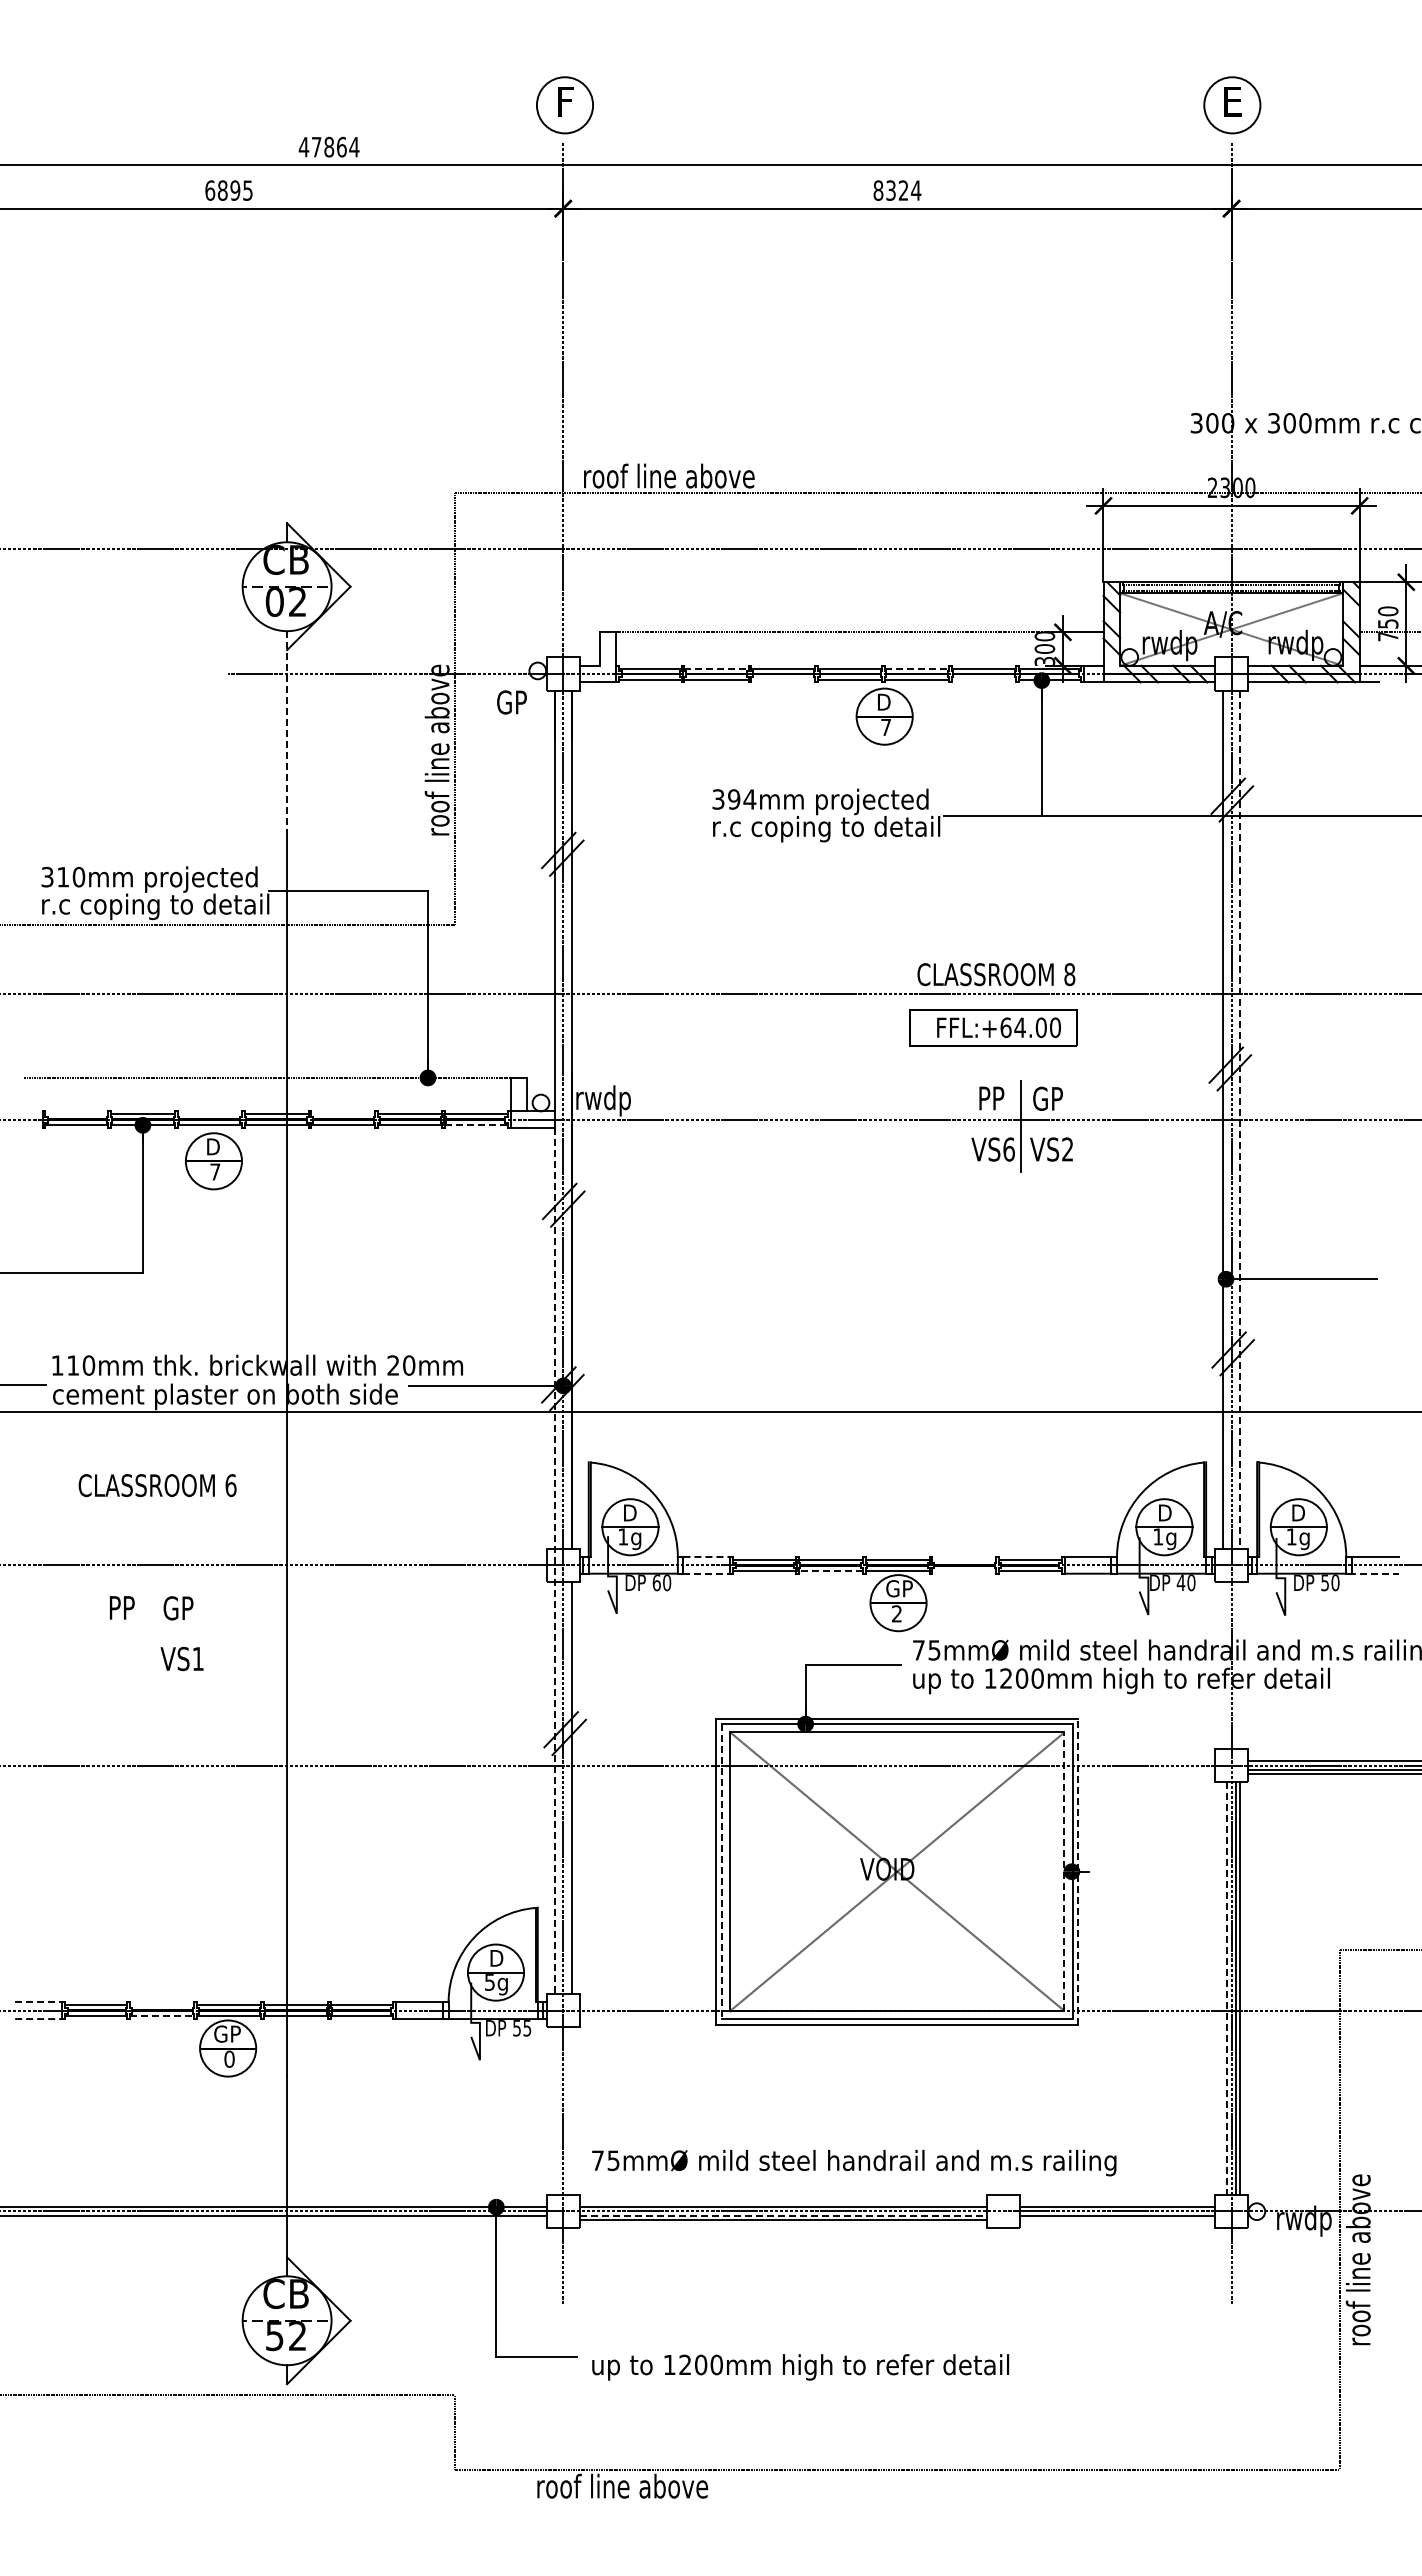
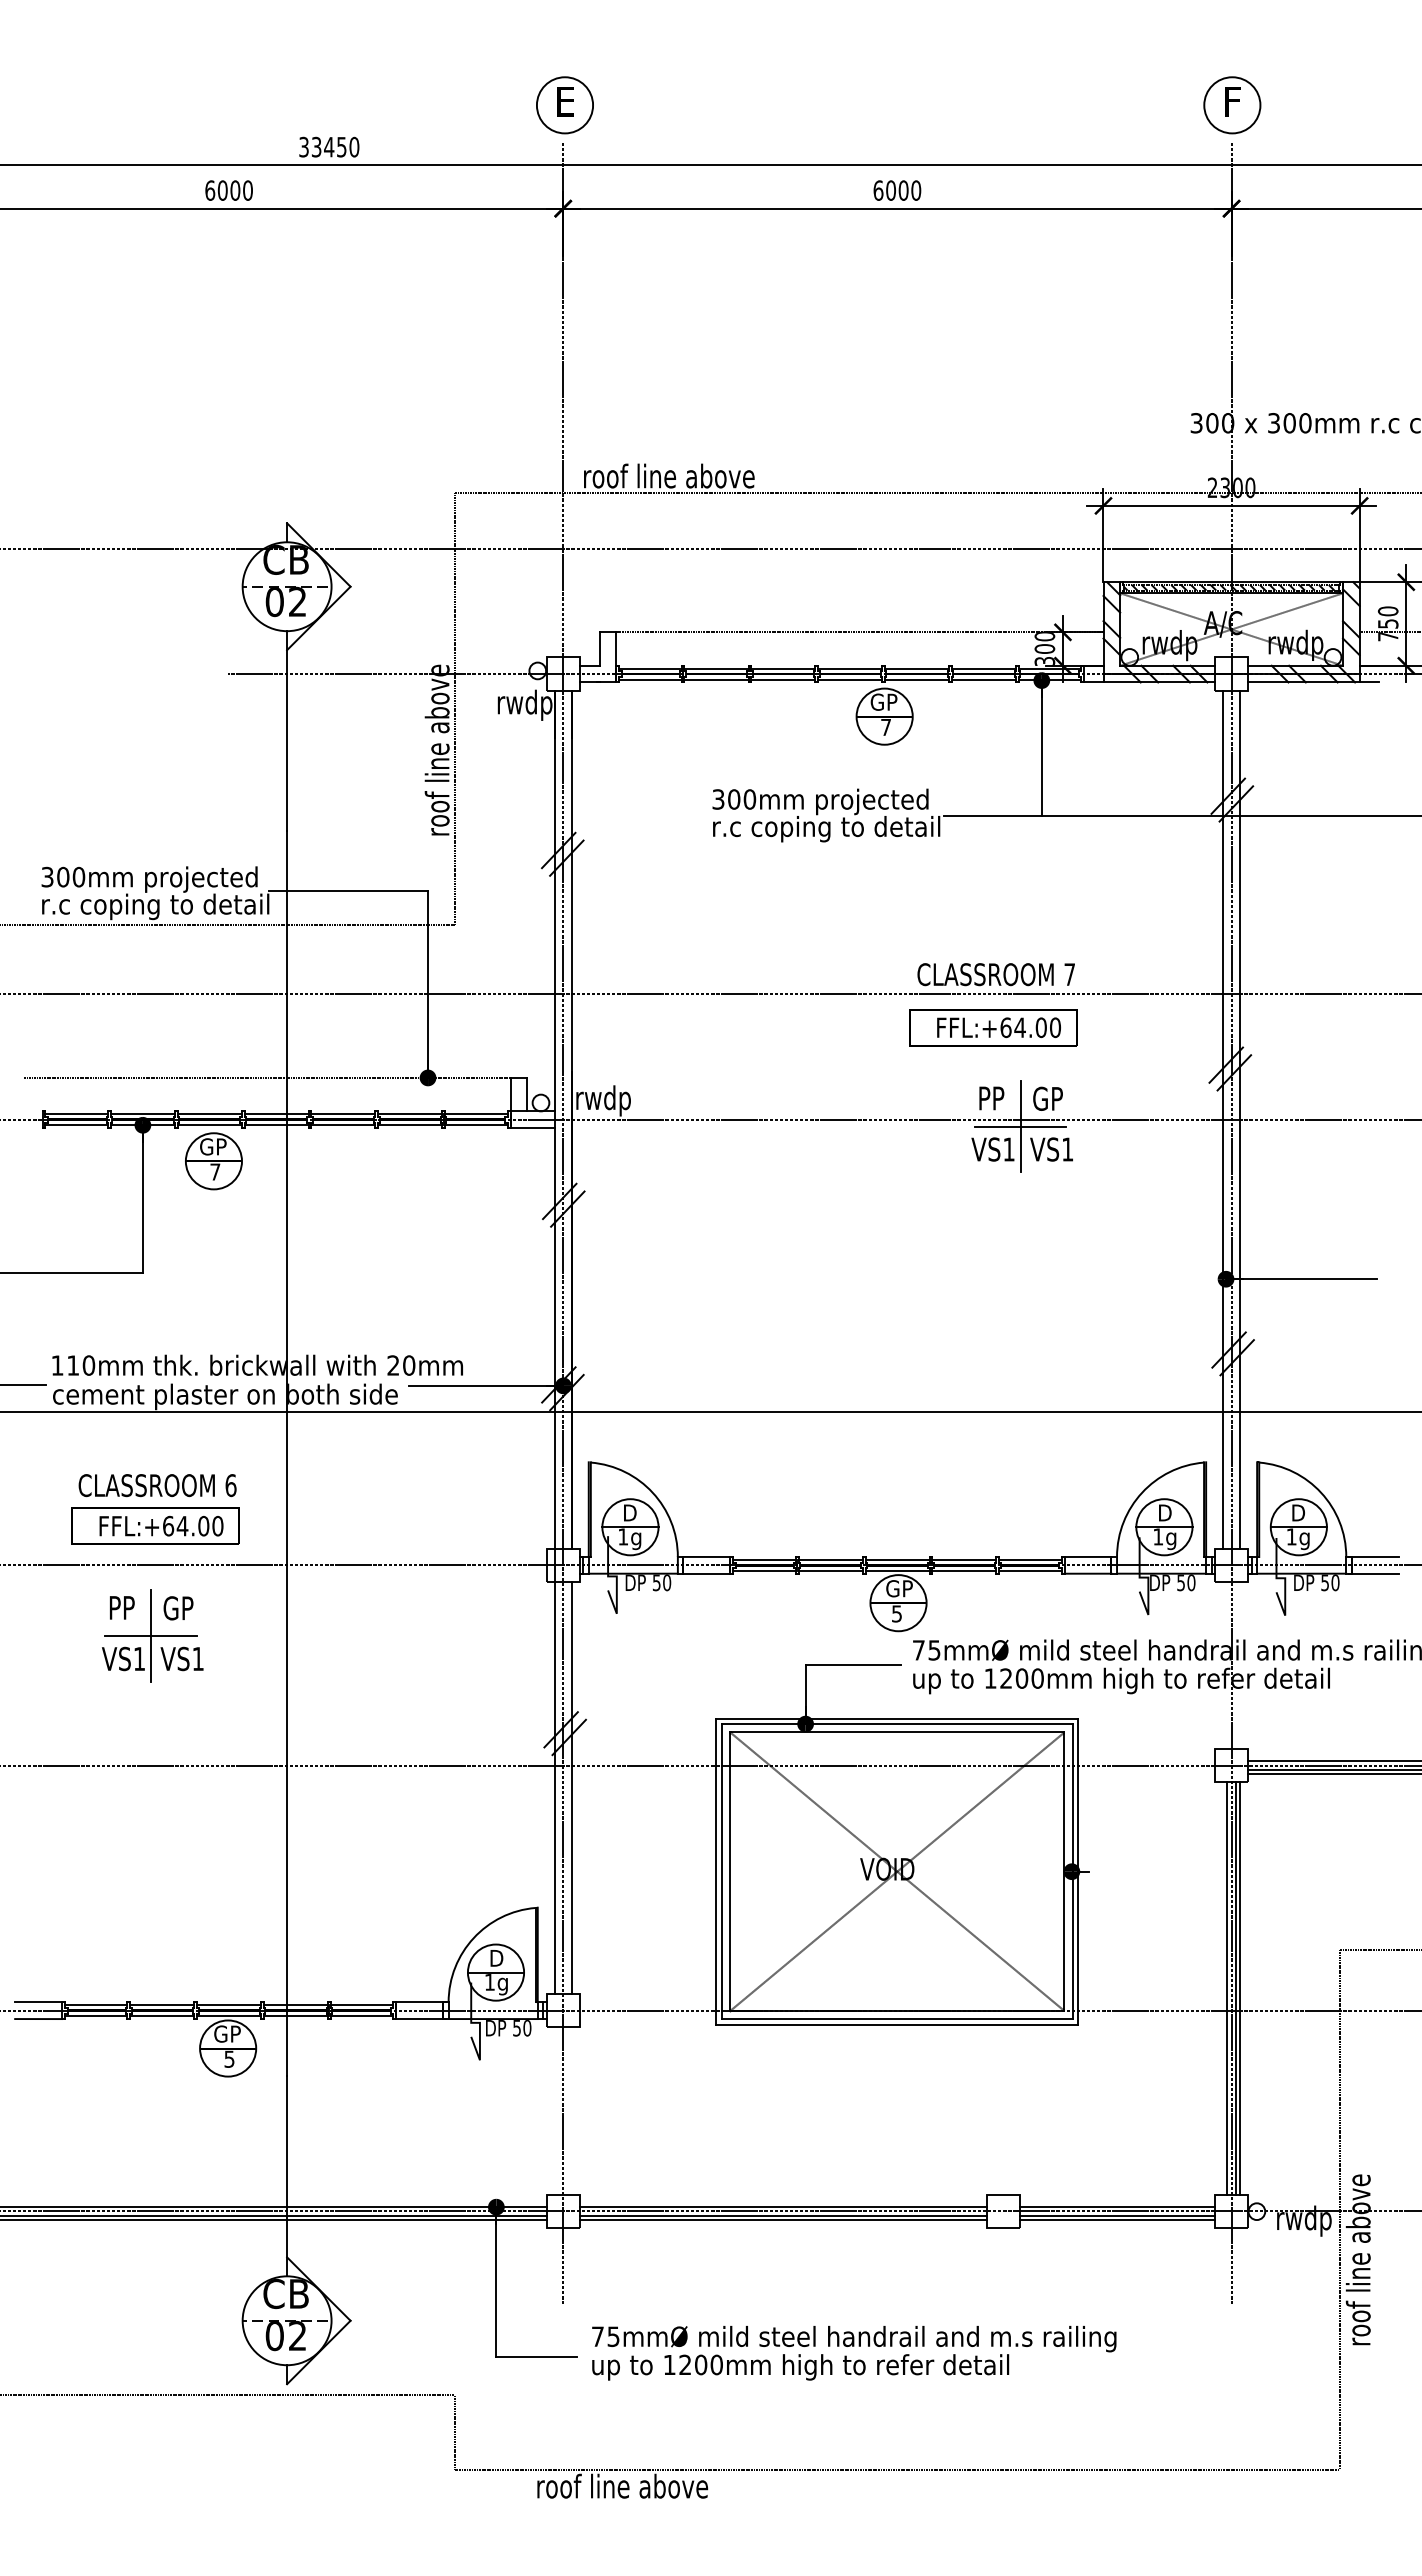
text at (565, 101): F -> E
text at (1232, 101): E -> F
text at (328, 146): 47864 -> 33450
text at (234, 190): 6895 -> 6000
text at (897, 190): 8324 -> 6000
hatch at (1231, 587): none -> present
line at (717, 668): dashed -> solid
line at (917, 668): dashed -> solid
line at (783, 679): none -> present
line at (983, 679): none -> present
text at (883, 701): D -> GP
text at (524, 704): GP -> rwdp
line at (287, 731): dashed -> solid
text at (742, 799): 394mm -> 300mm
text at (63, 876): 310mm -> 300mm
text at (1069, 974): 8 -> 7
line at (76, 1114): none -> present
line at (209, 1114): none -> present
line at (343, 1114): none -> present
line at (1239, 1119): dashed -> solid
line at (476, 1125): dashed -> solid
line at (1020, 1126): none -> present
text at (213, 1146): D -> GP
text at (1008, 1149): VS6 -> VS1
text at (1067, 1149): VS2 -> VS1
part at (155, 1525): none -> present
line at (707, 1556): dashed -> solid
line at (964, 1559): none -> present
line at (554, 1561): dashed -> solid
line at (830, 1570): dashed -> solid
line at (964, 1570): none -> present
line at (707, 1573): dashed -> solid
line at (1374, 1573): dashed -> solid
text at (656, 1582): 60 -> 50
text at (1180, 1582): 40 -> 50
text at (896, 1613): 2 -> 5
part at (149, 1635): none -> present
line at (721, 1871): dashed -> solid
line at (1064, 1871): dashed -> solid
line at (1078, 1871): dashed -> solid
text at (489, 1982): 5g -> 1g
line at (1227, 1989): dashed -> solid
line at (39, 2002): dashed -> solid
line at (162, 2005): none -> present
line at (162, 2016): dashed -> solid
line at (39, 2019): dashed -> solid
text at (527, 2028): 55 -> 50
text at (229, 2058): 0 -> 5
text at (854, 2163) position: (854, 2163) -> (854, 2339)
line at (783, 2215): dashed -> solid
line at (274, 2219): none -> present
line at (1117, 2219): none -> present
text at (274, 2336): 52 -> 02
